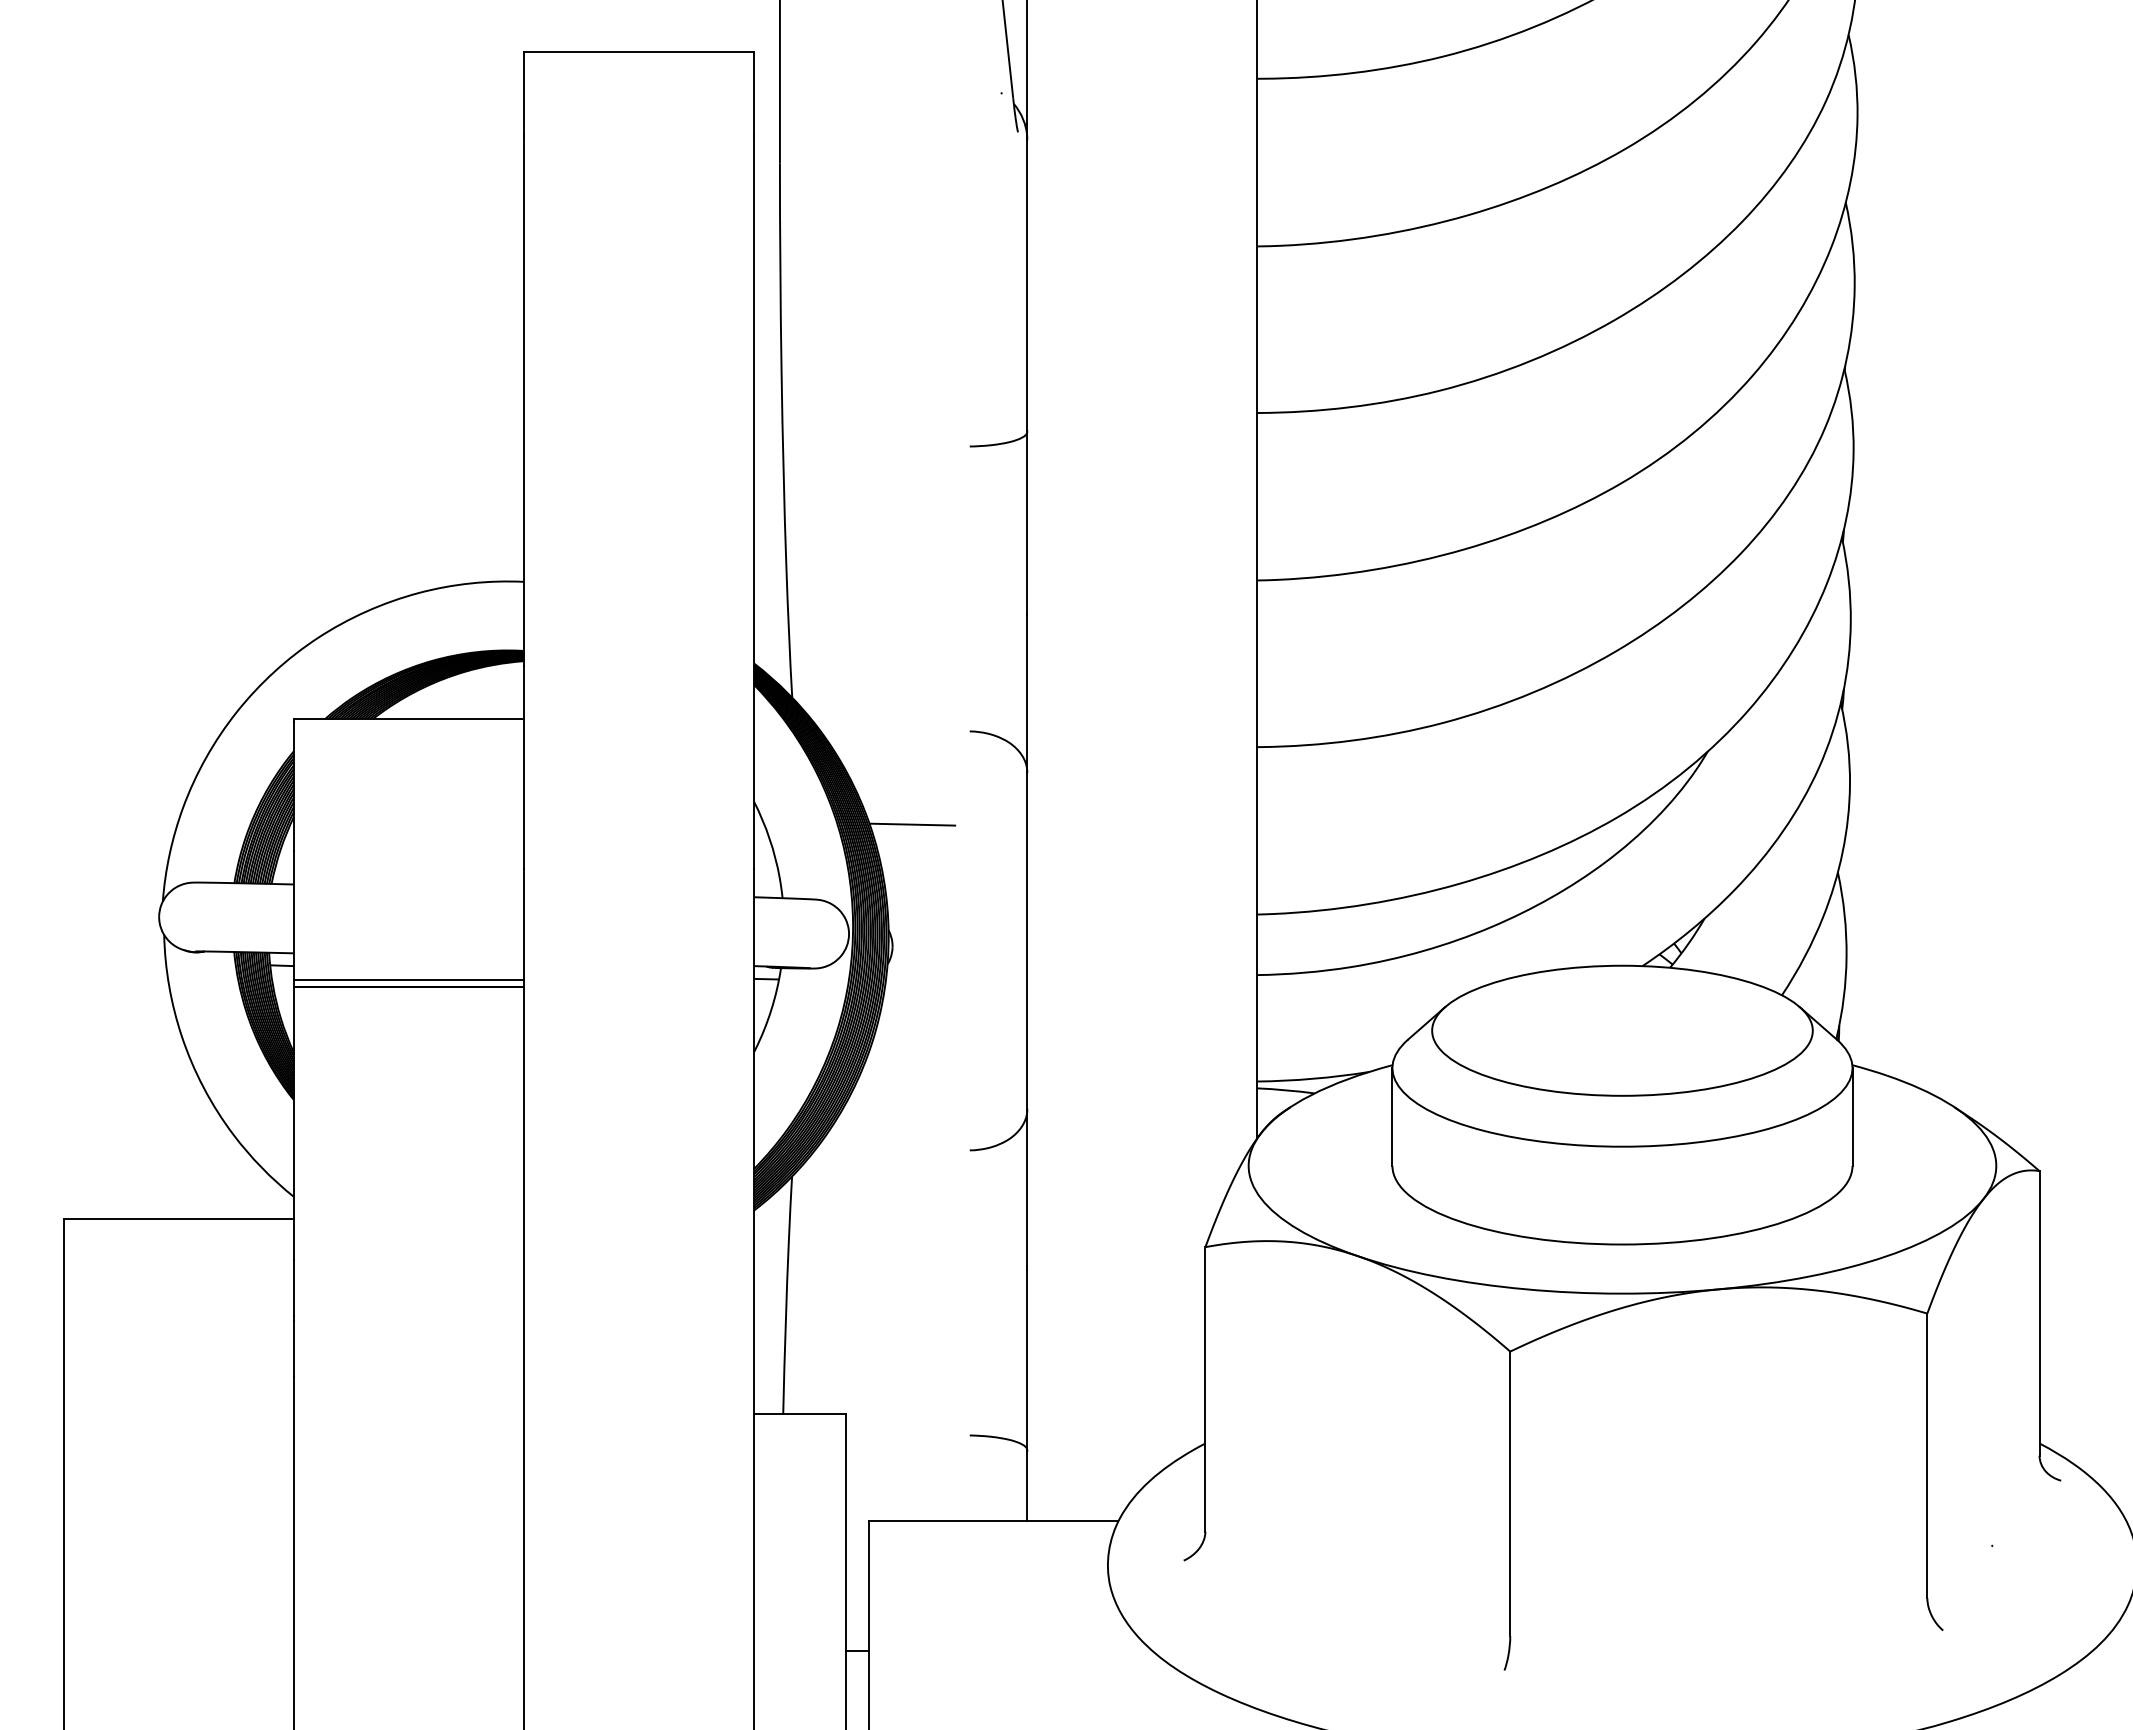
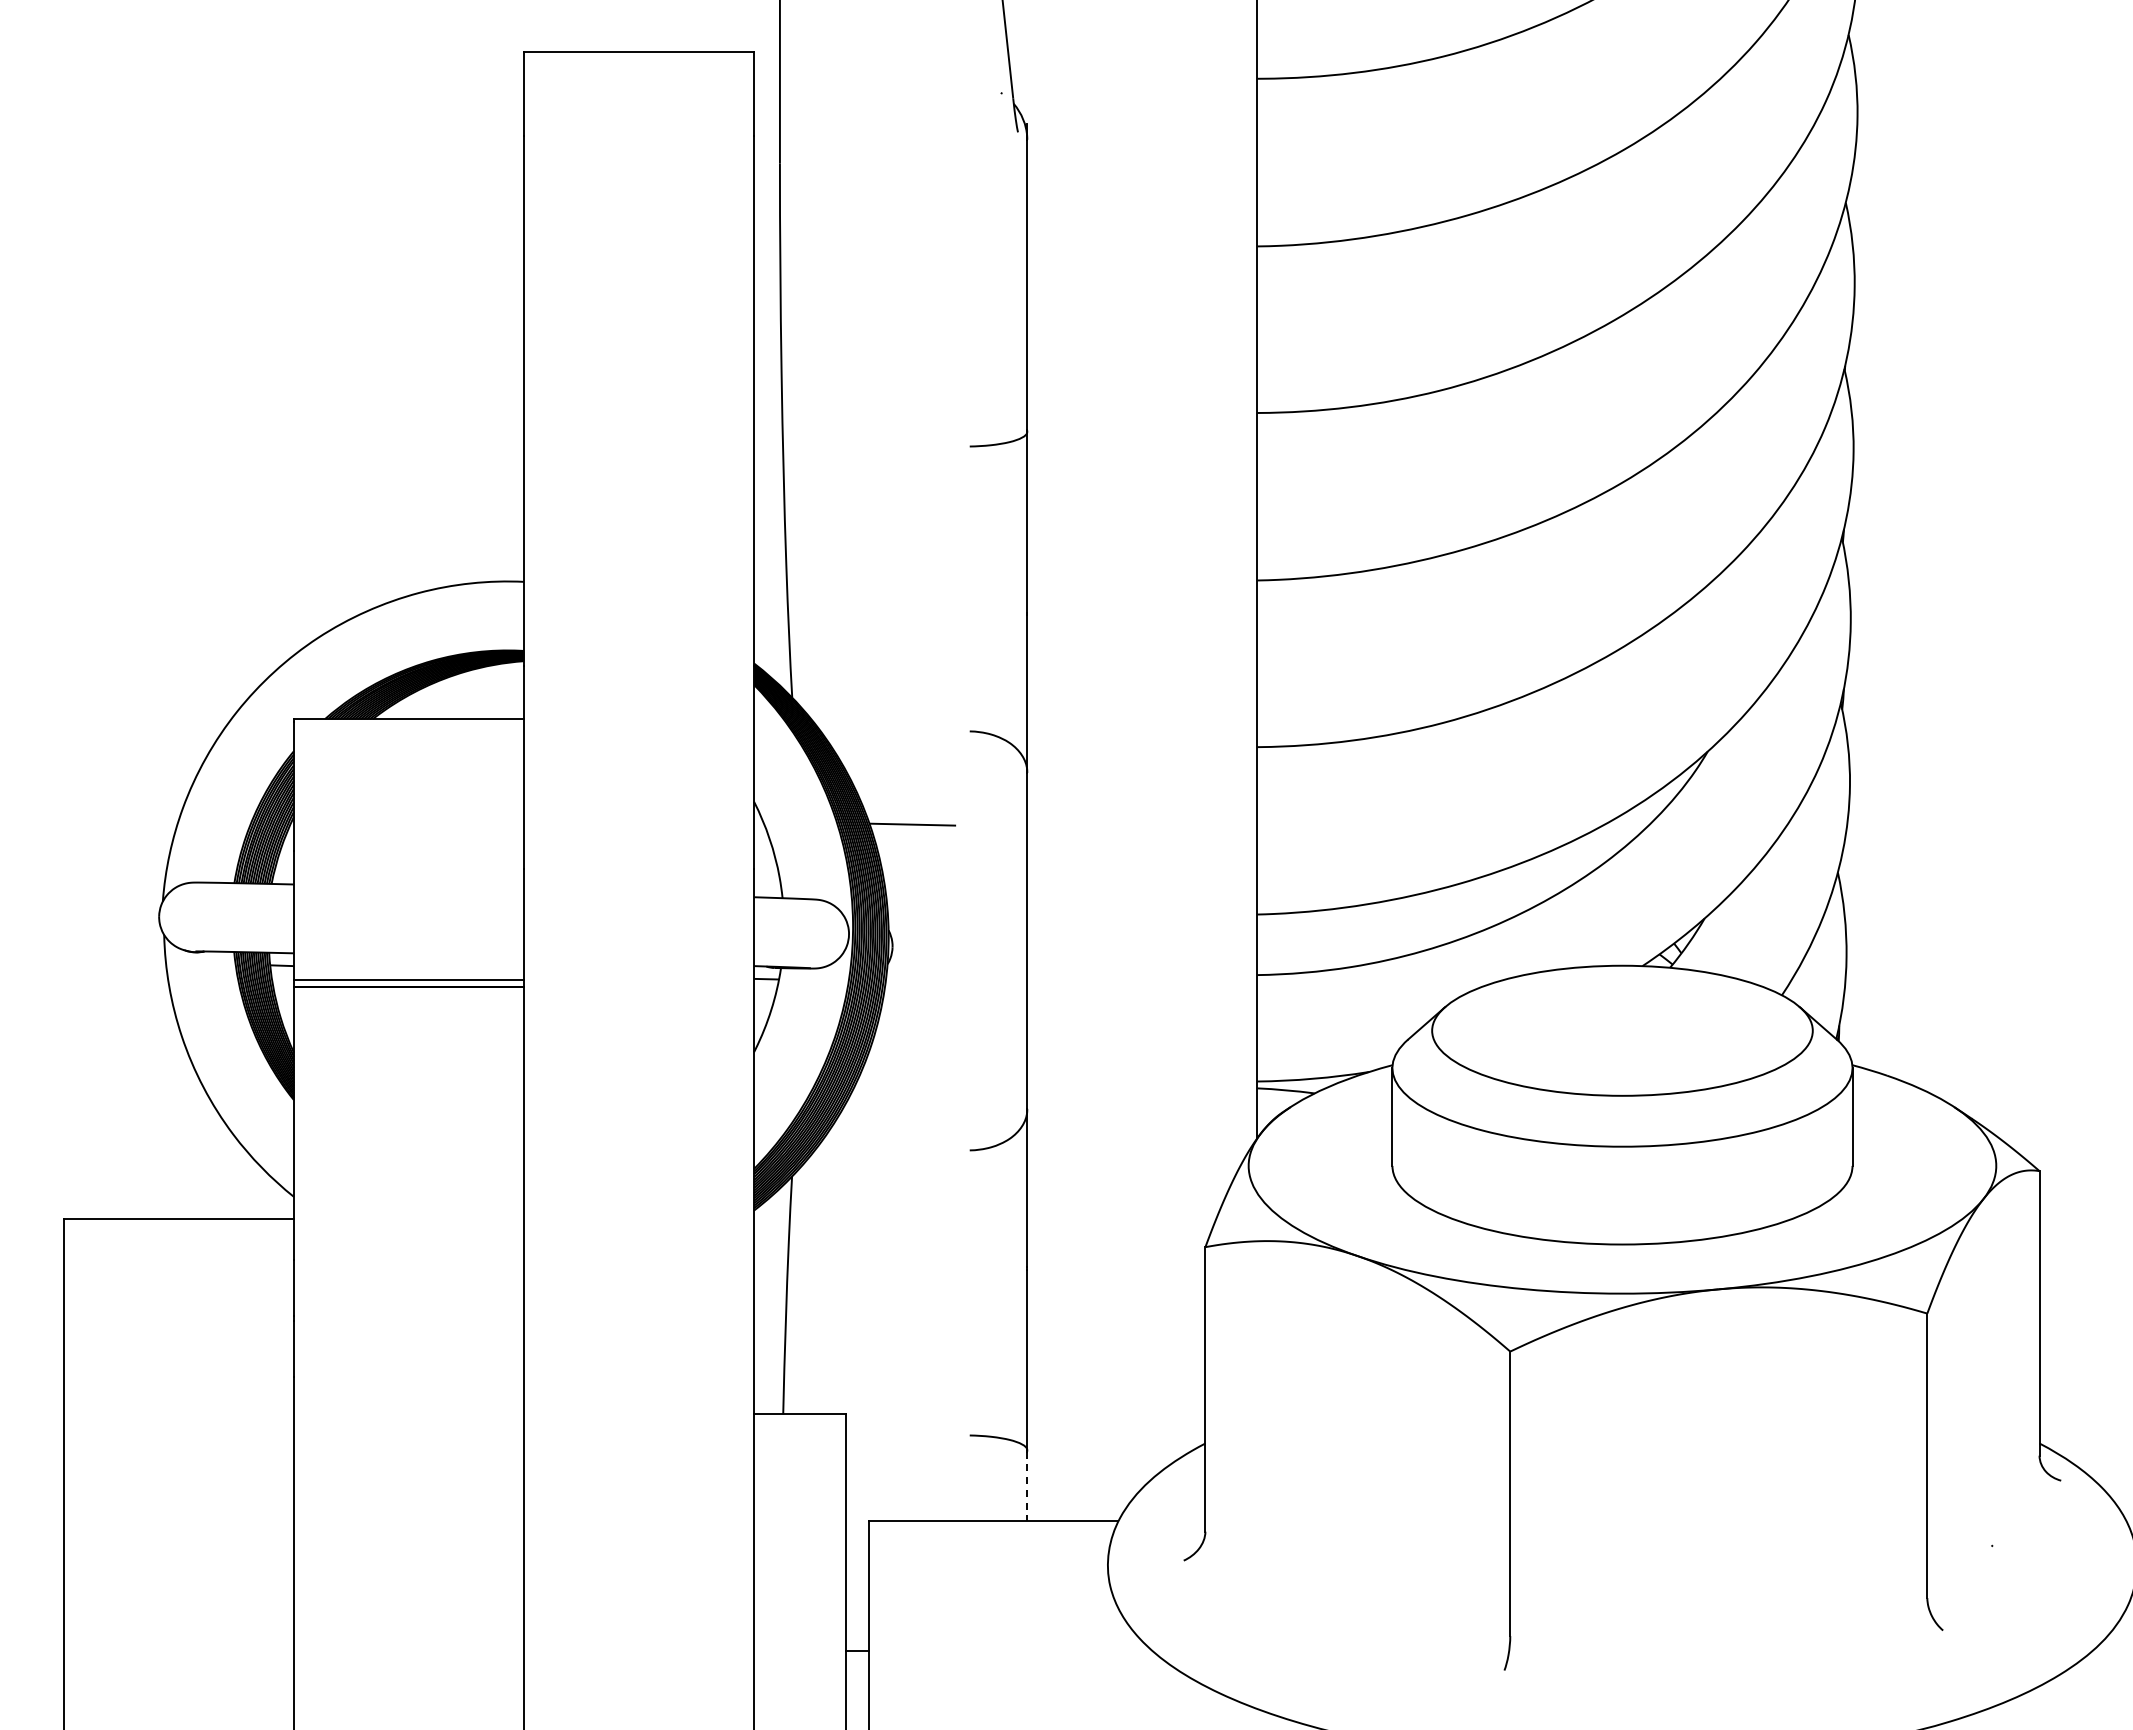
line at (1027, 62): present -> none
line at (1027, 1486): solid -> dashed
